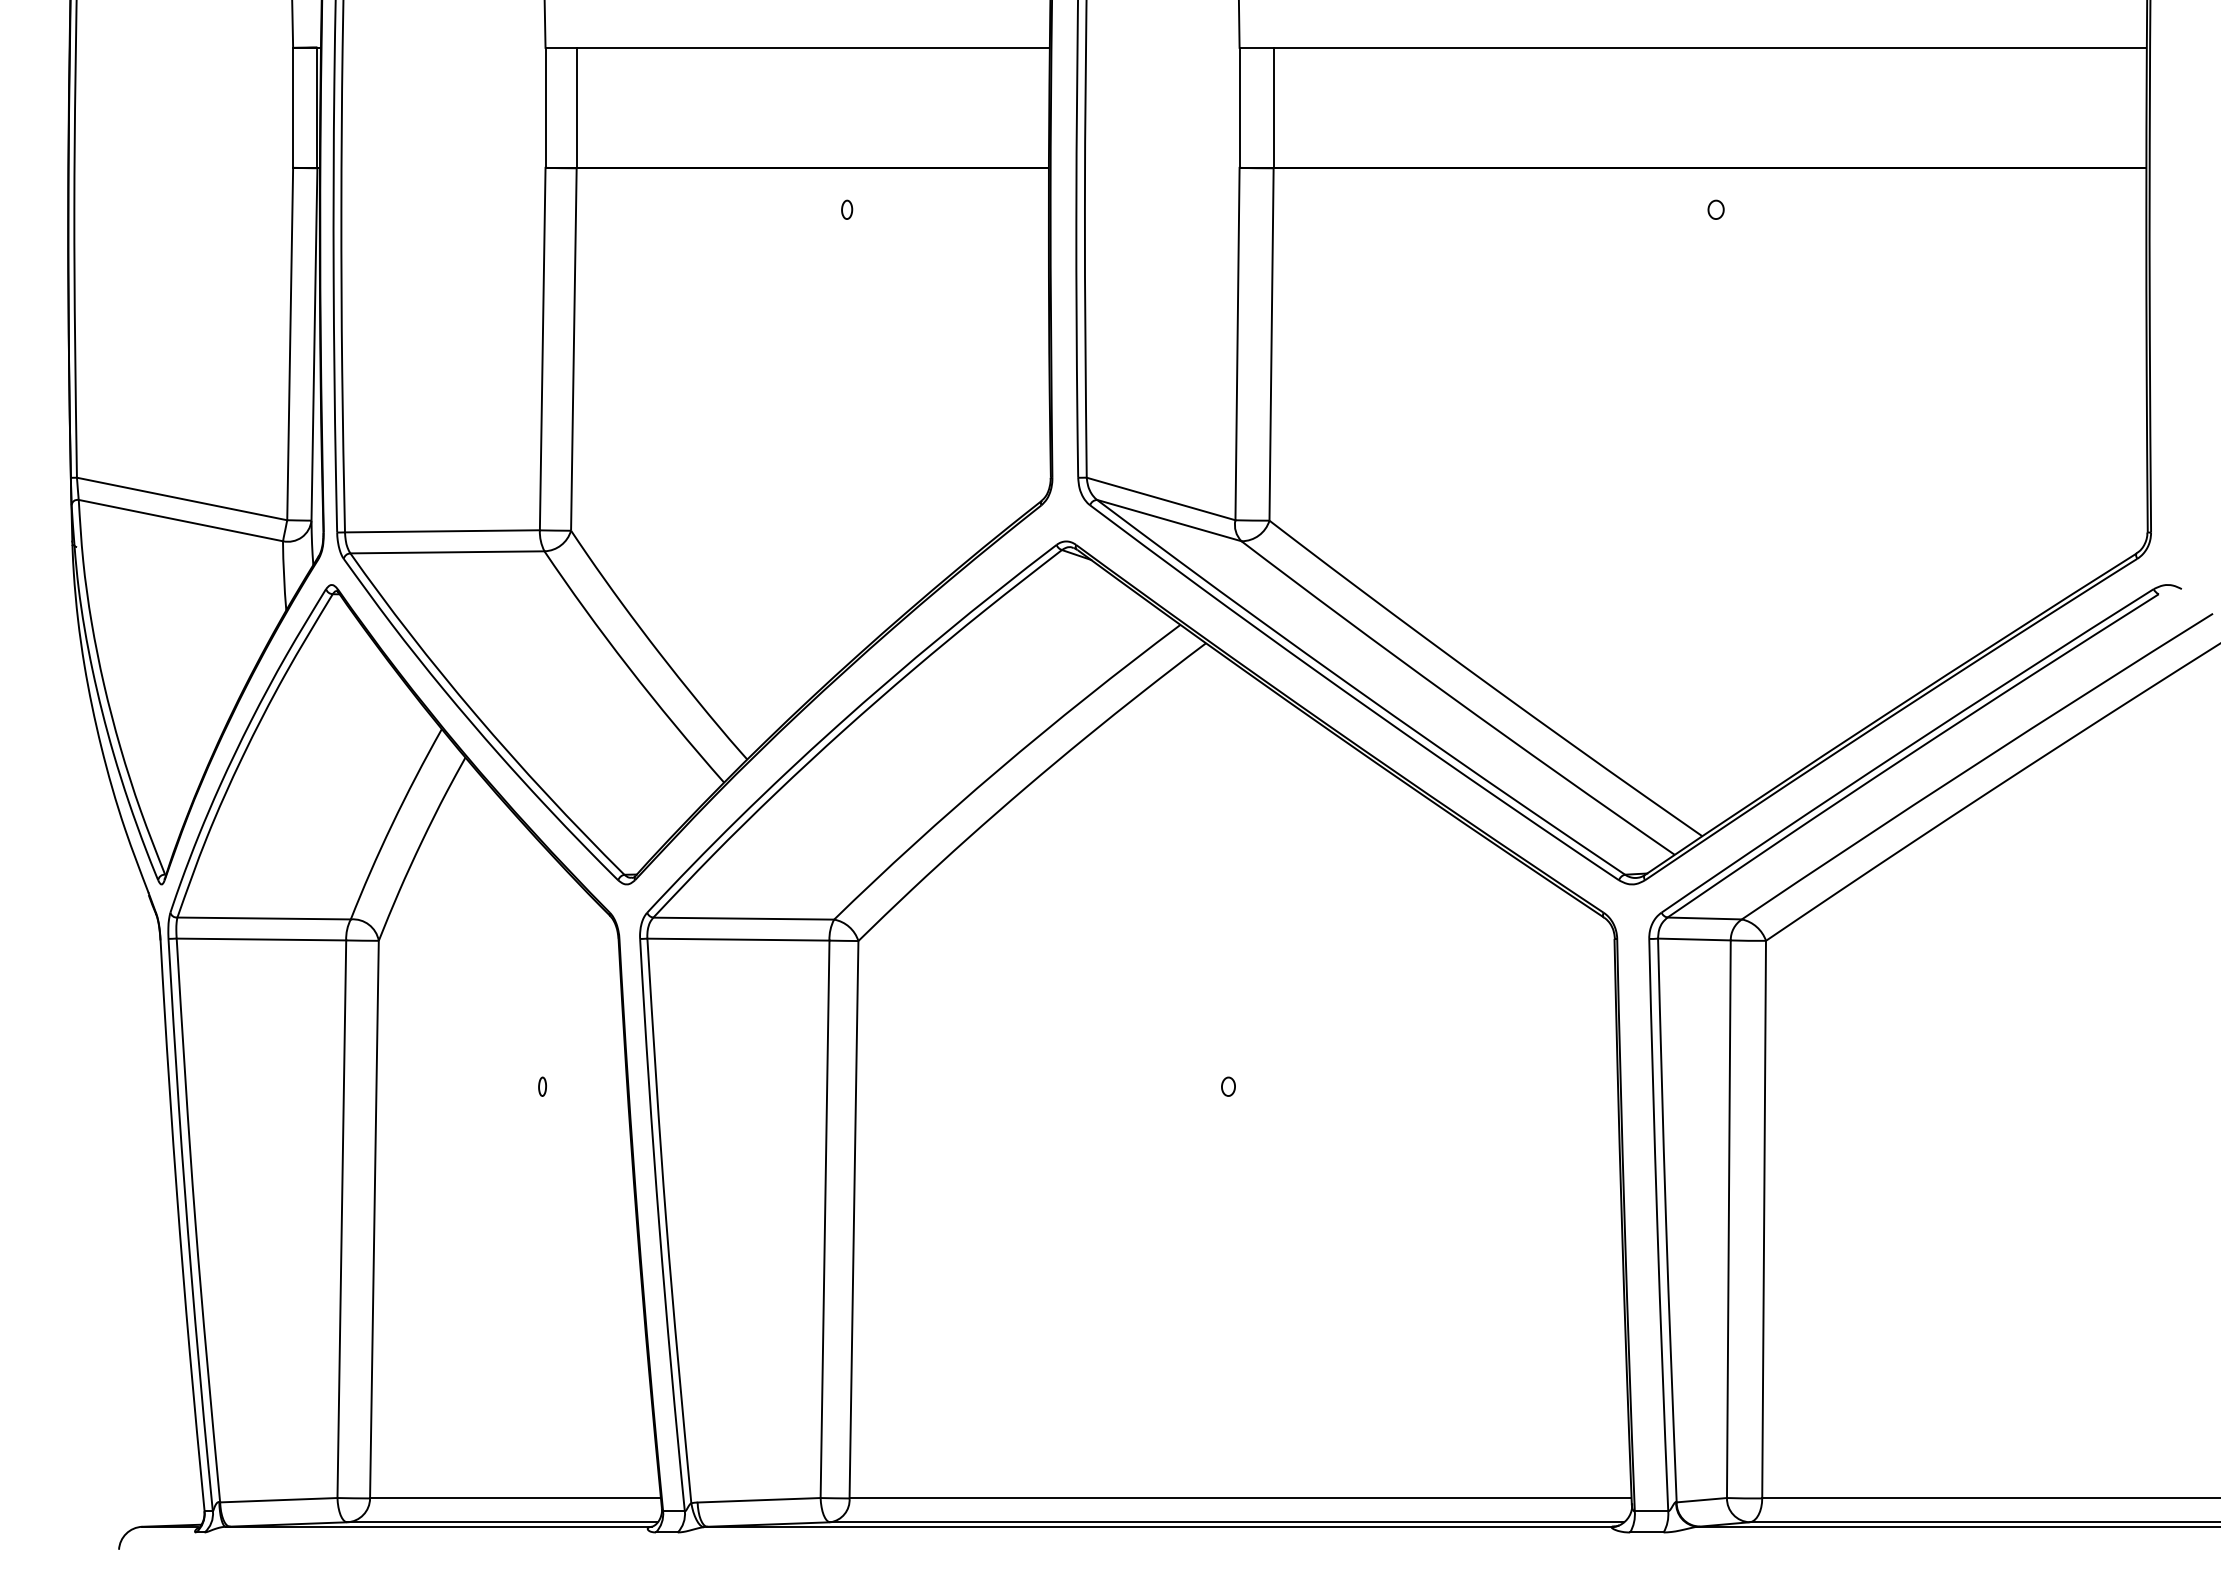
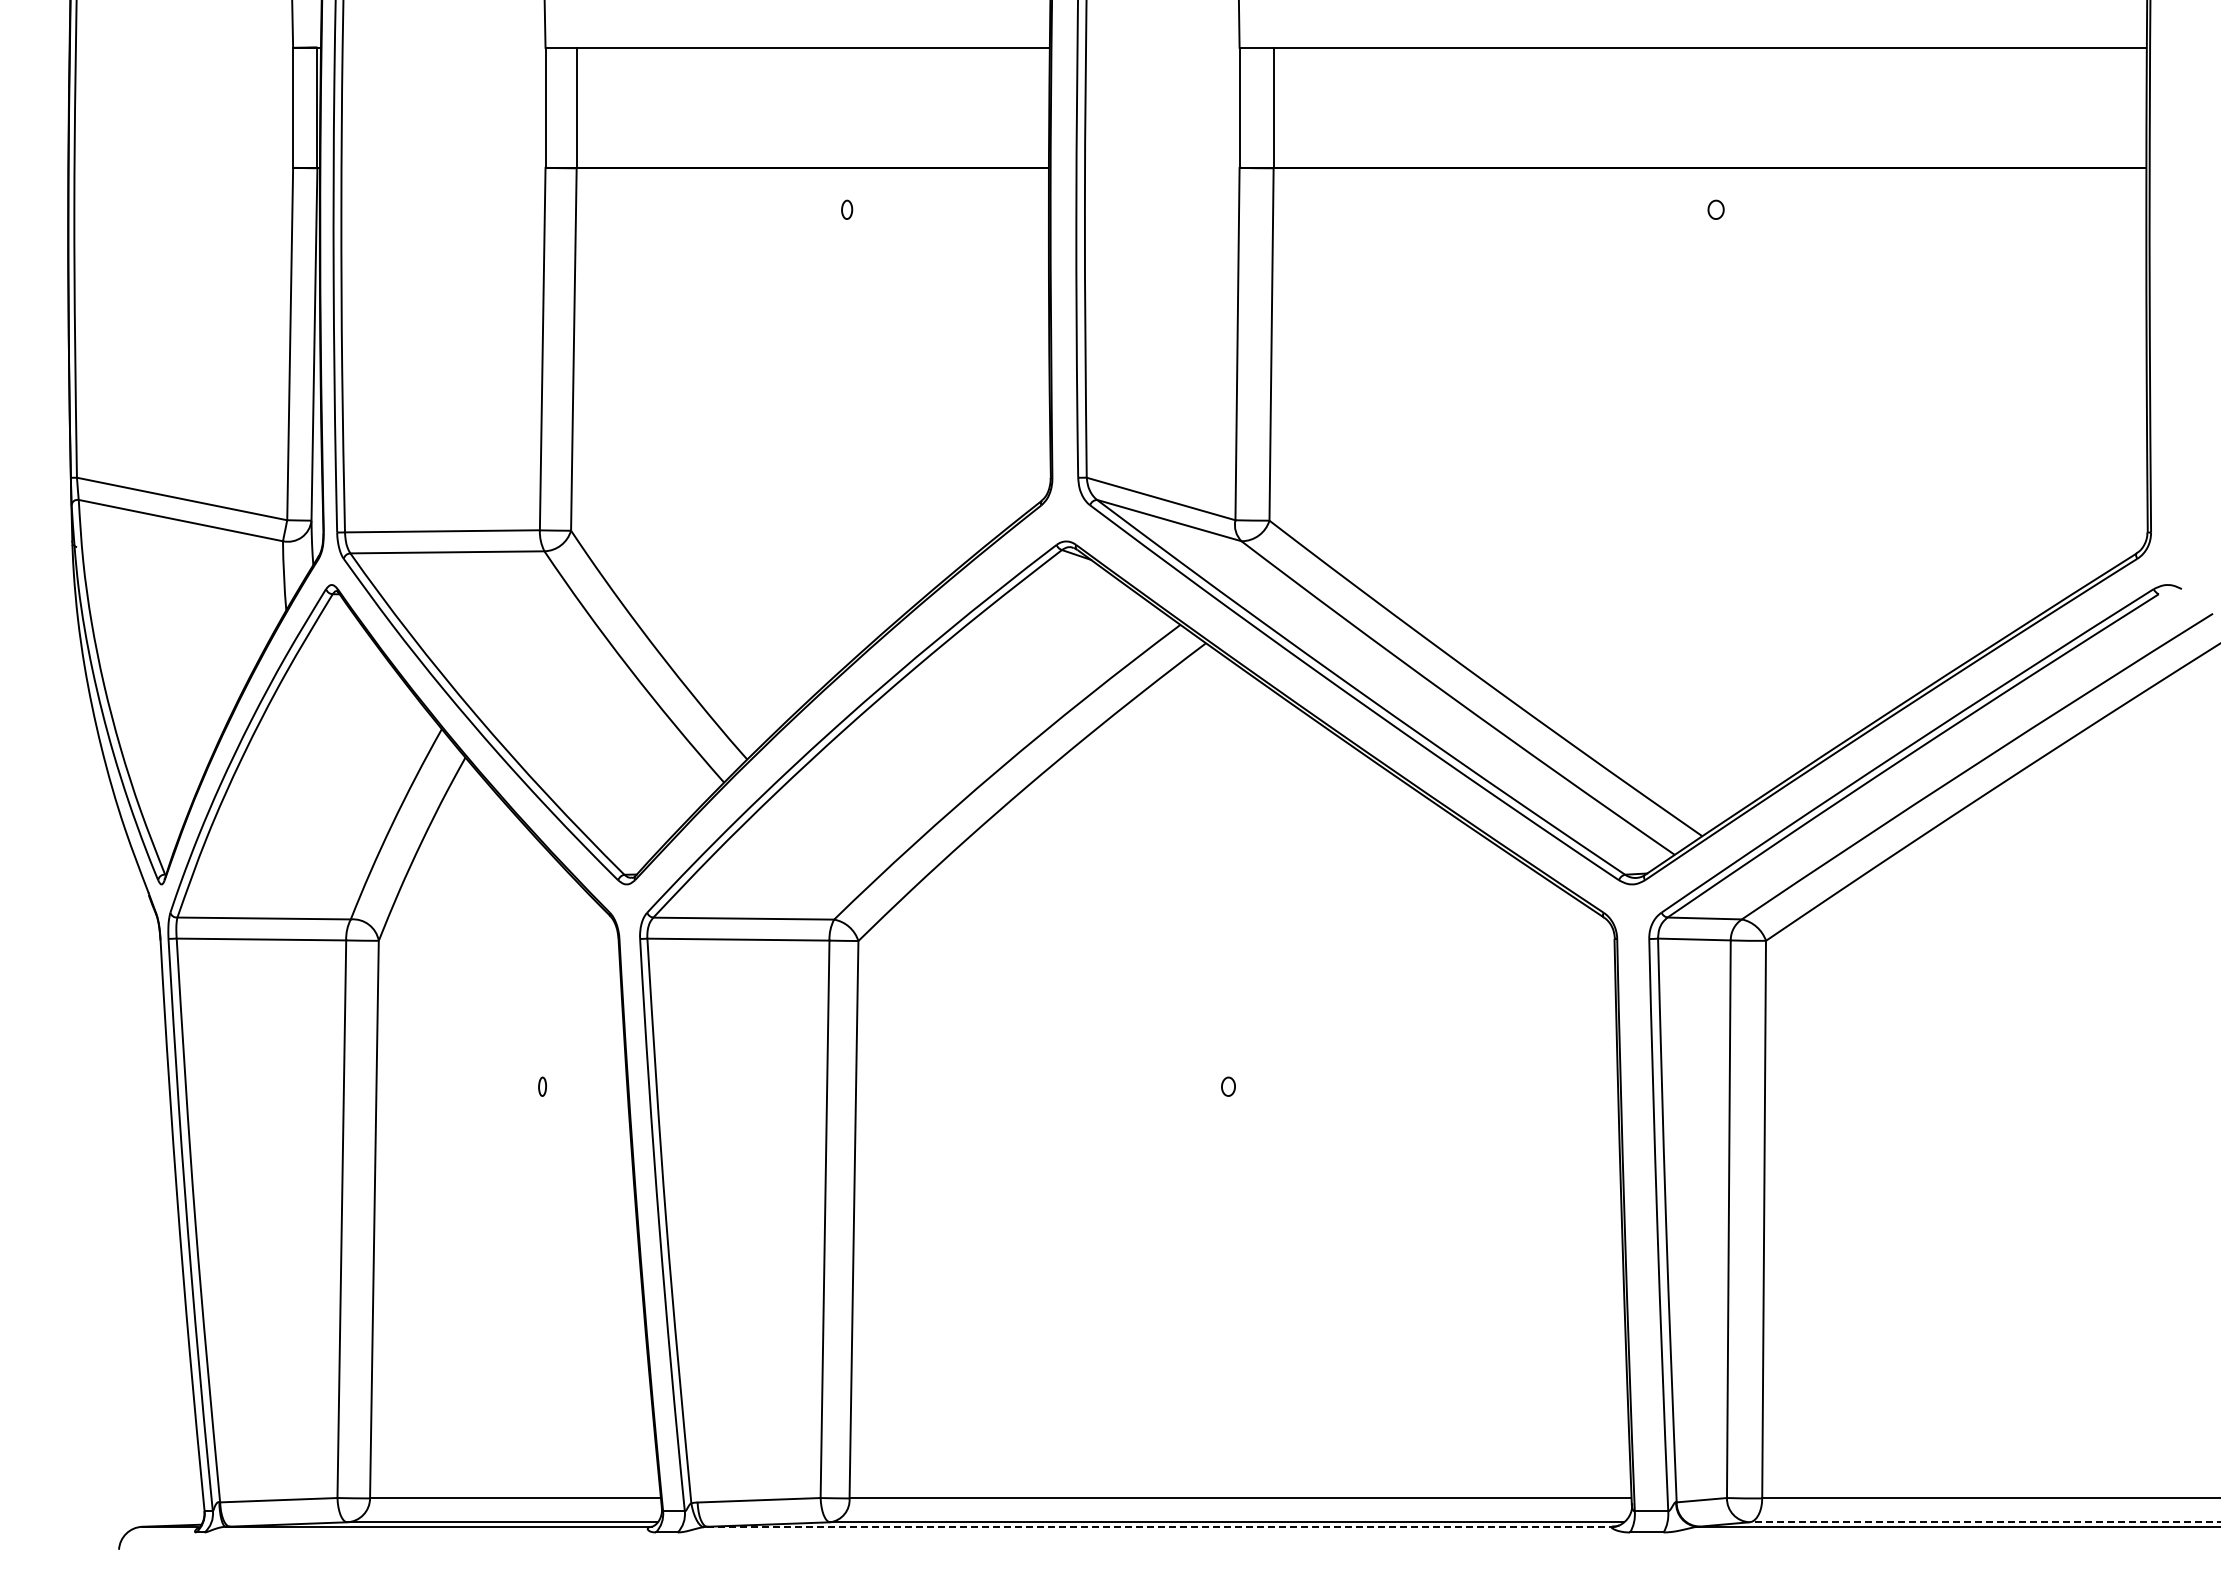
line at (1984, 1522): solid -> dashed
line at (1159, 1526): solid -> dashed
